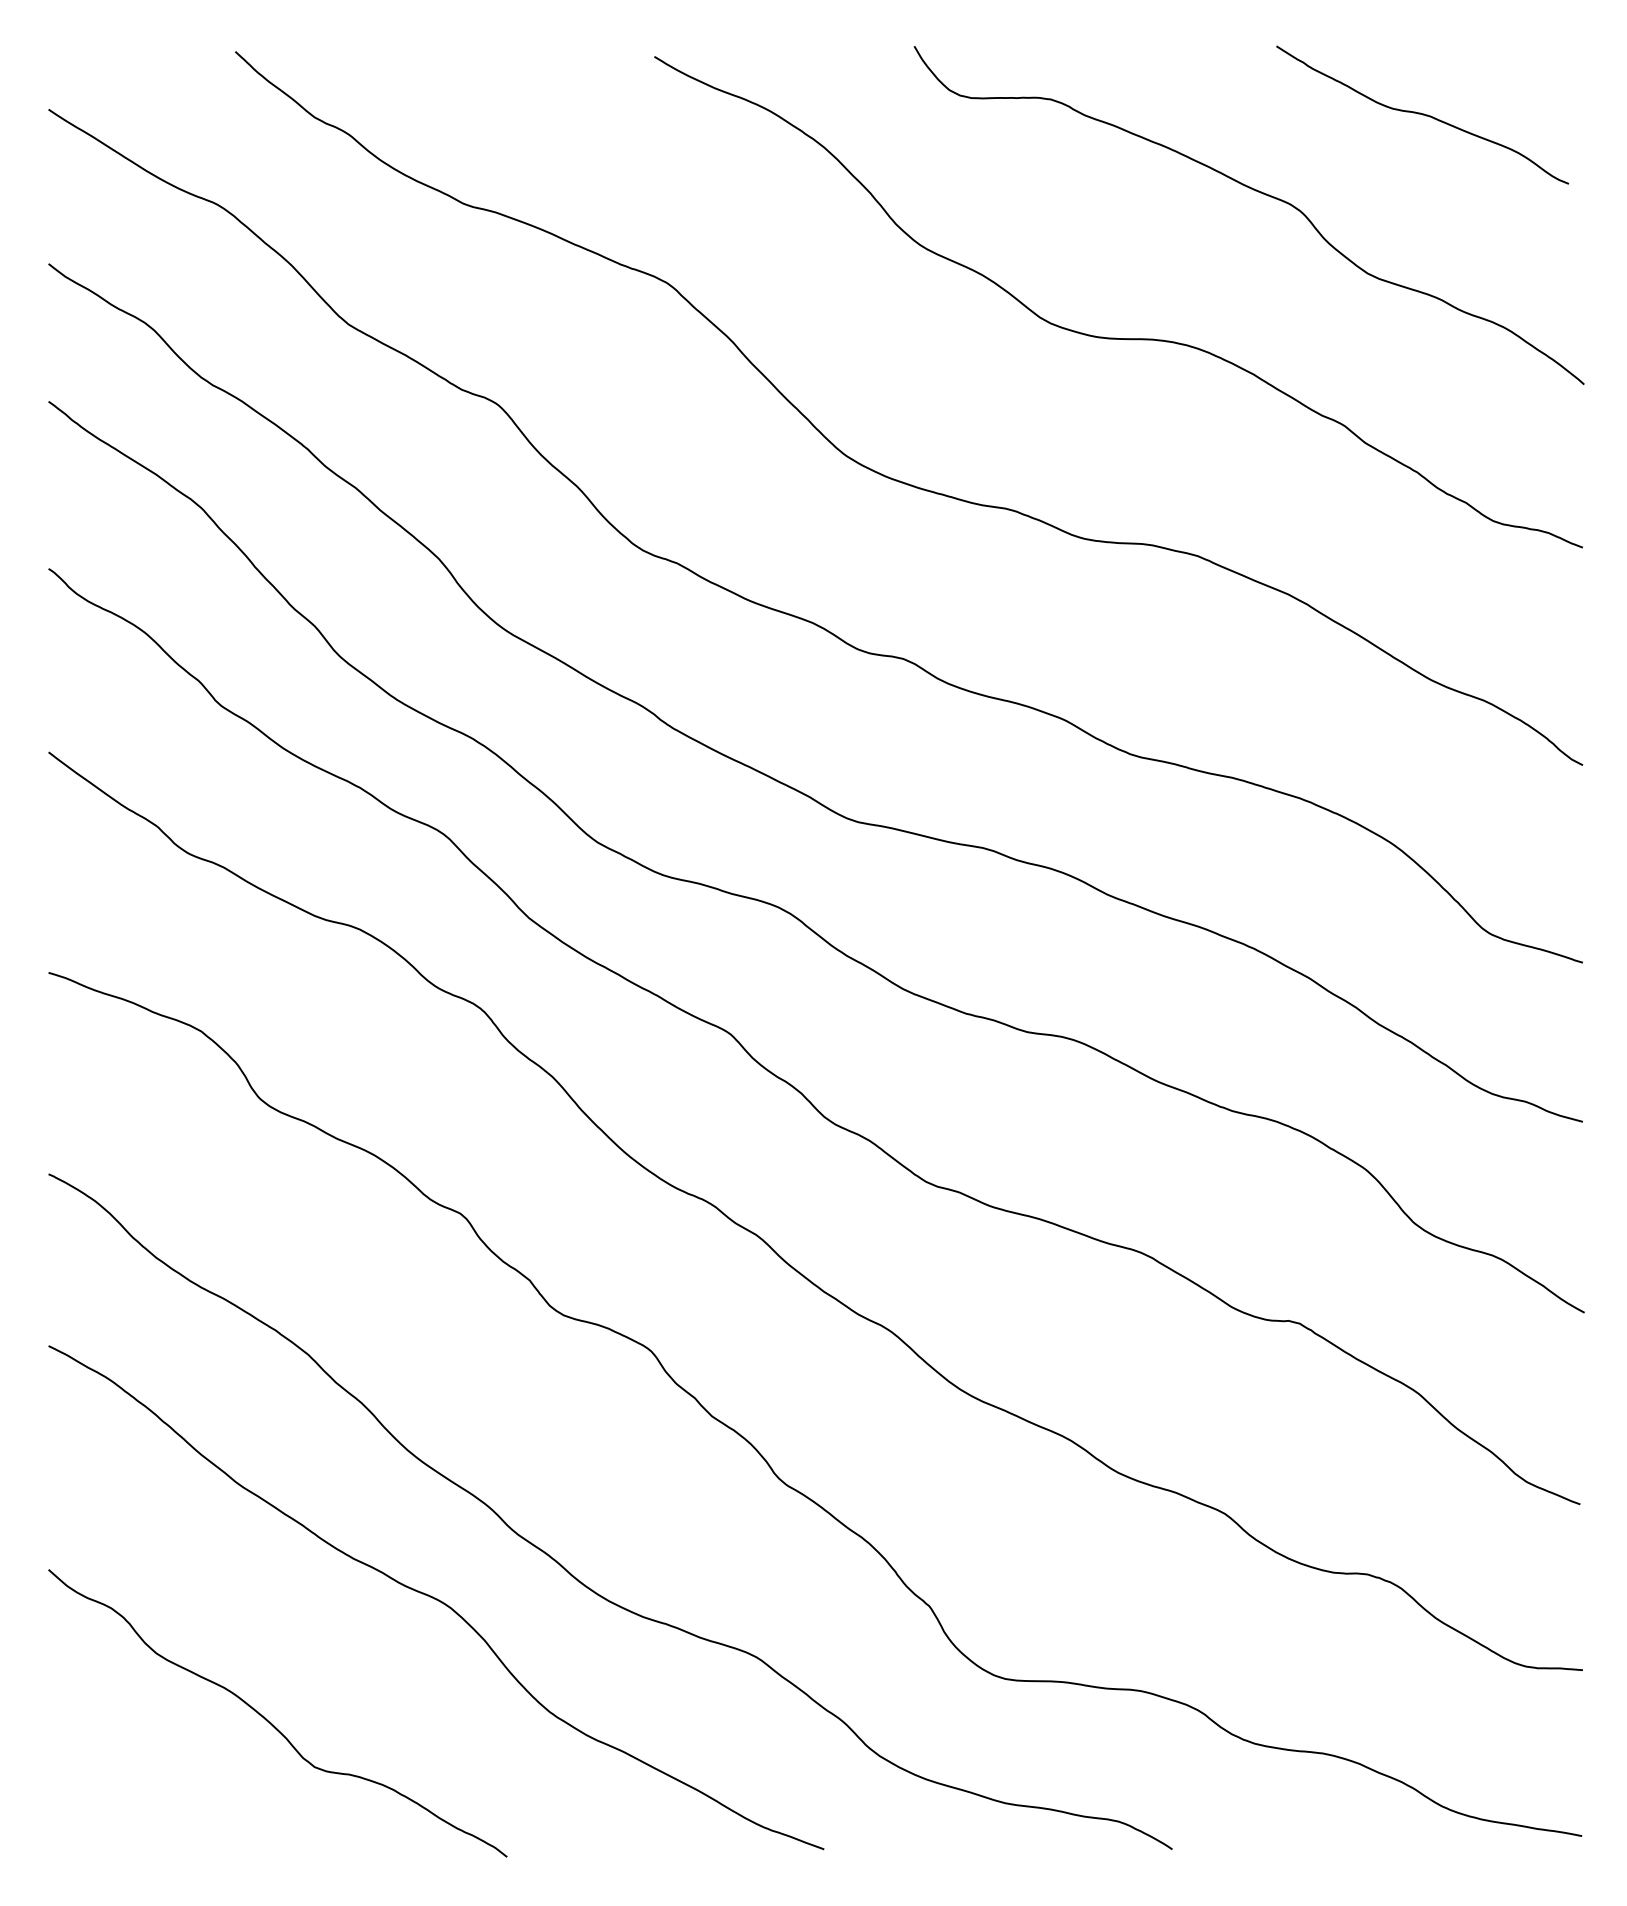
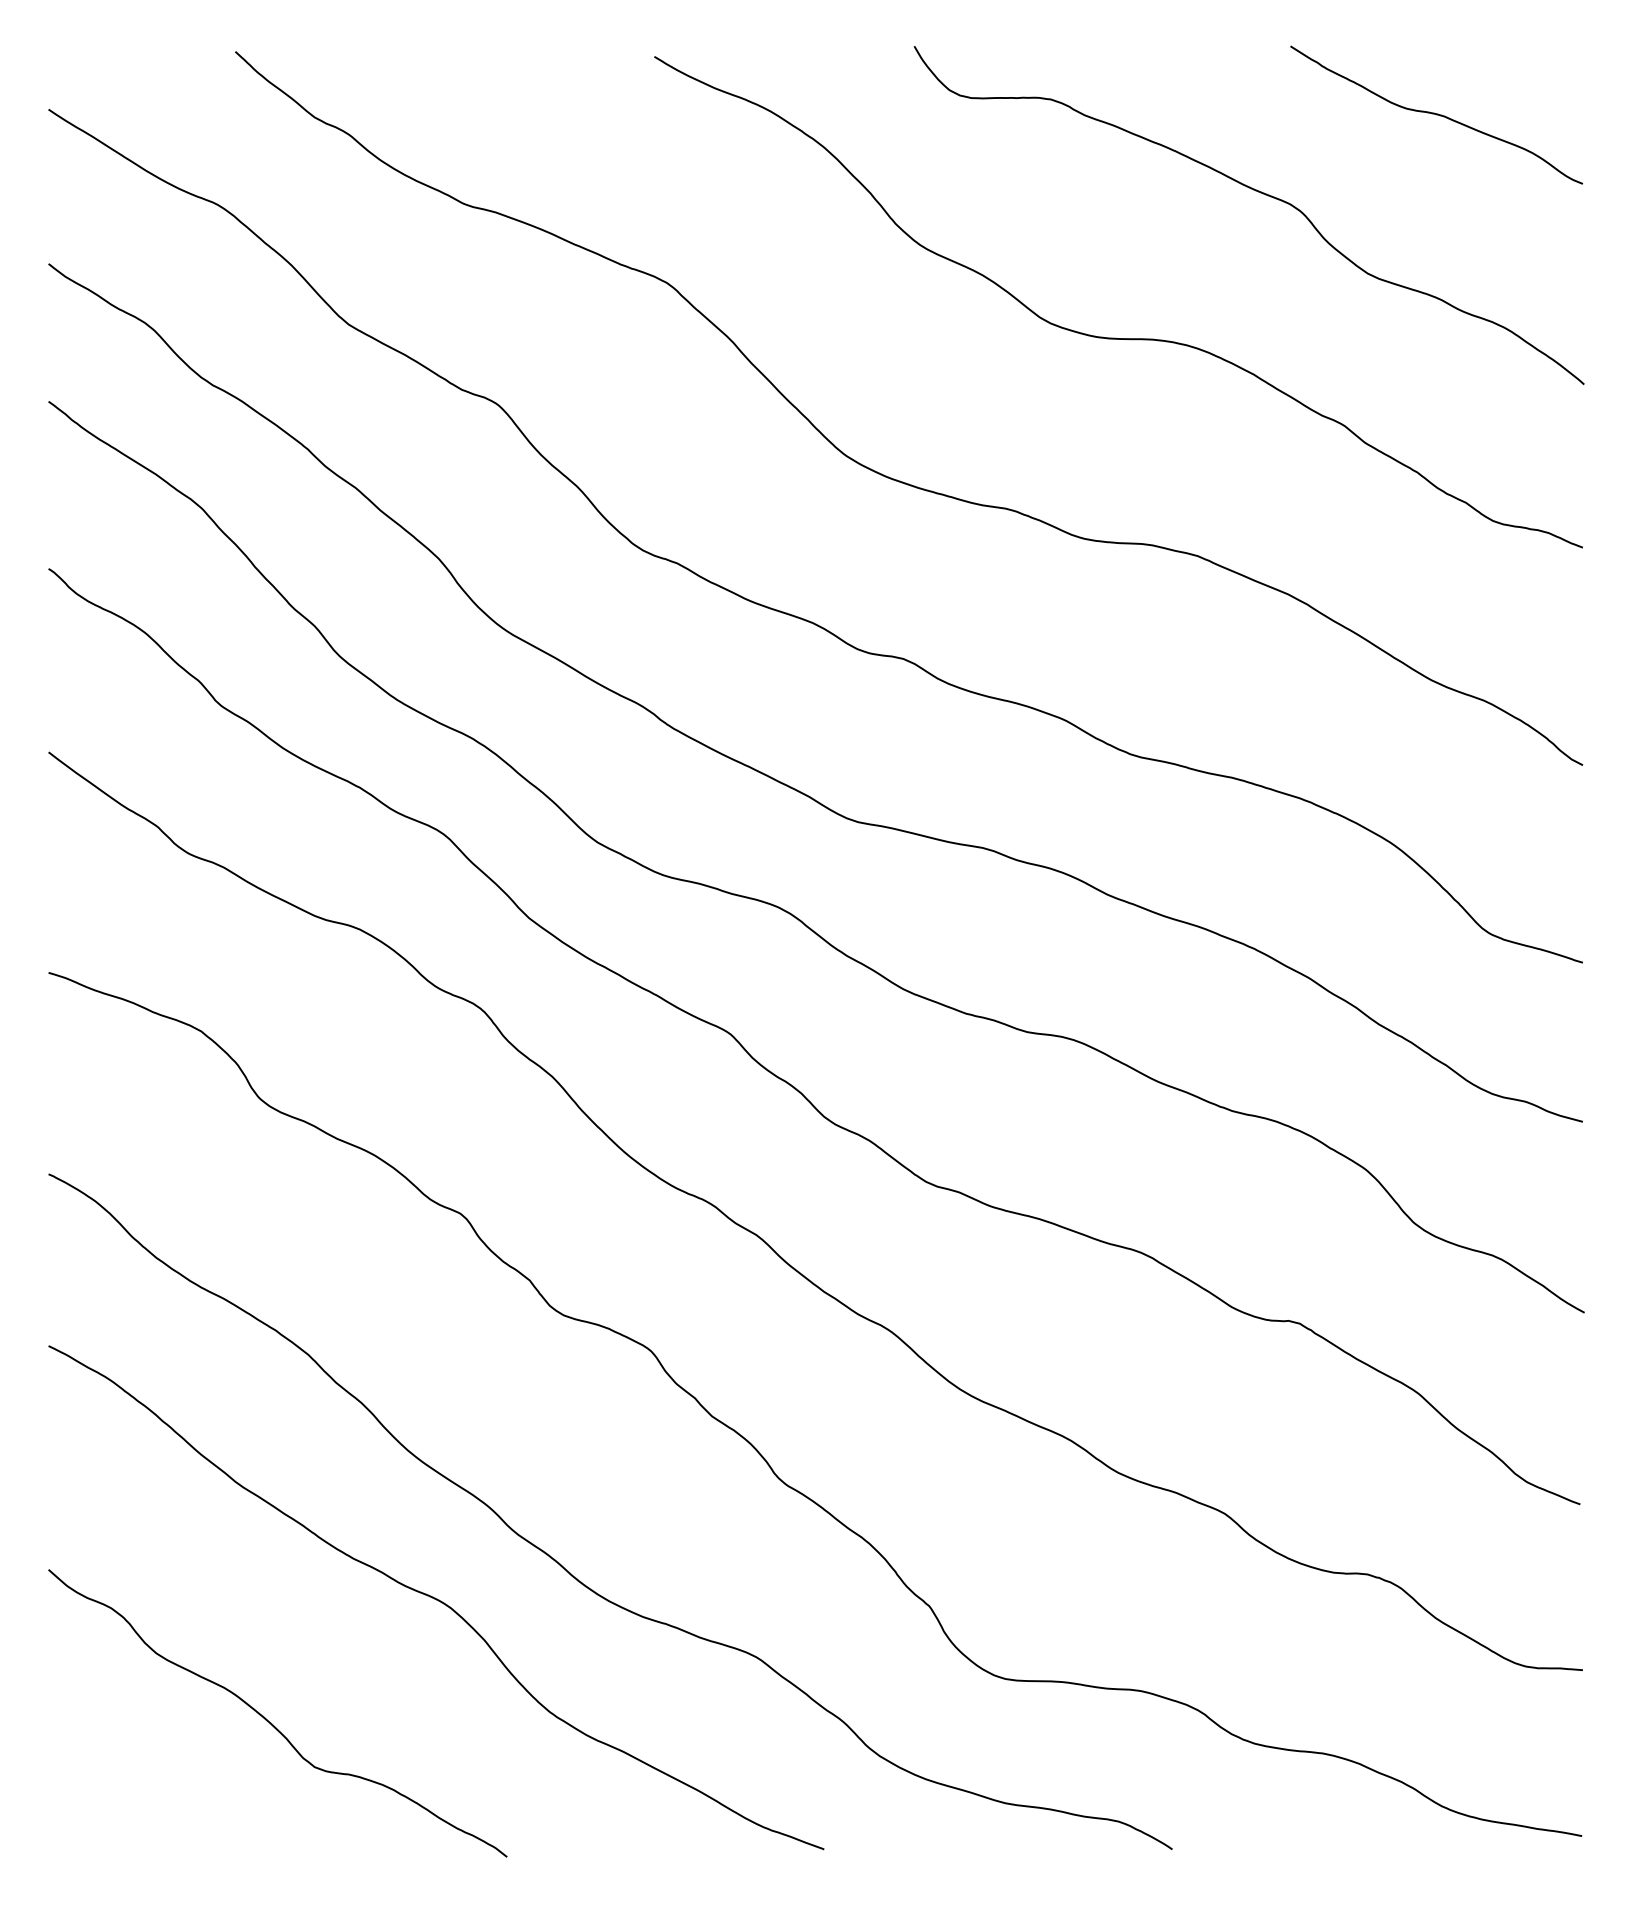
curve at (1422, 114) position: (1422, 114) -> (1436, 114)
